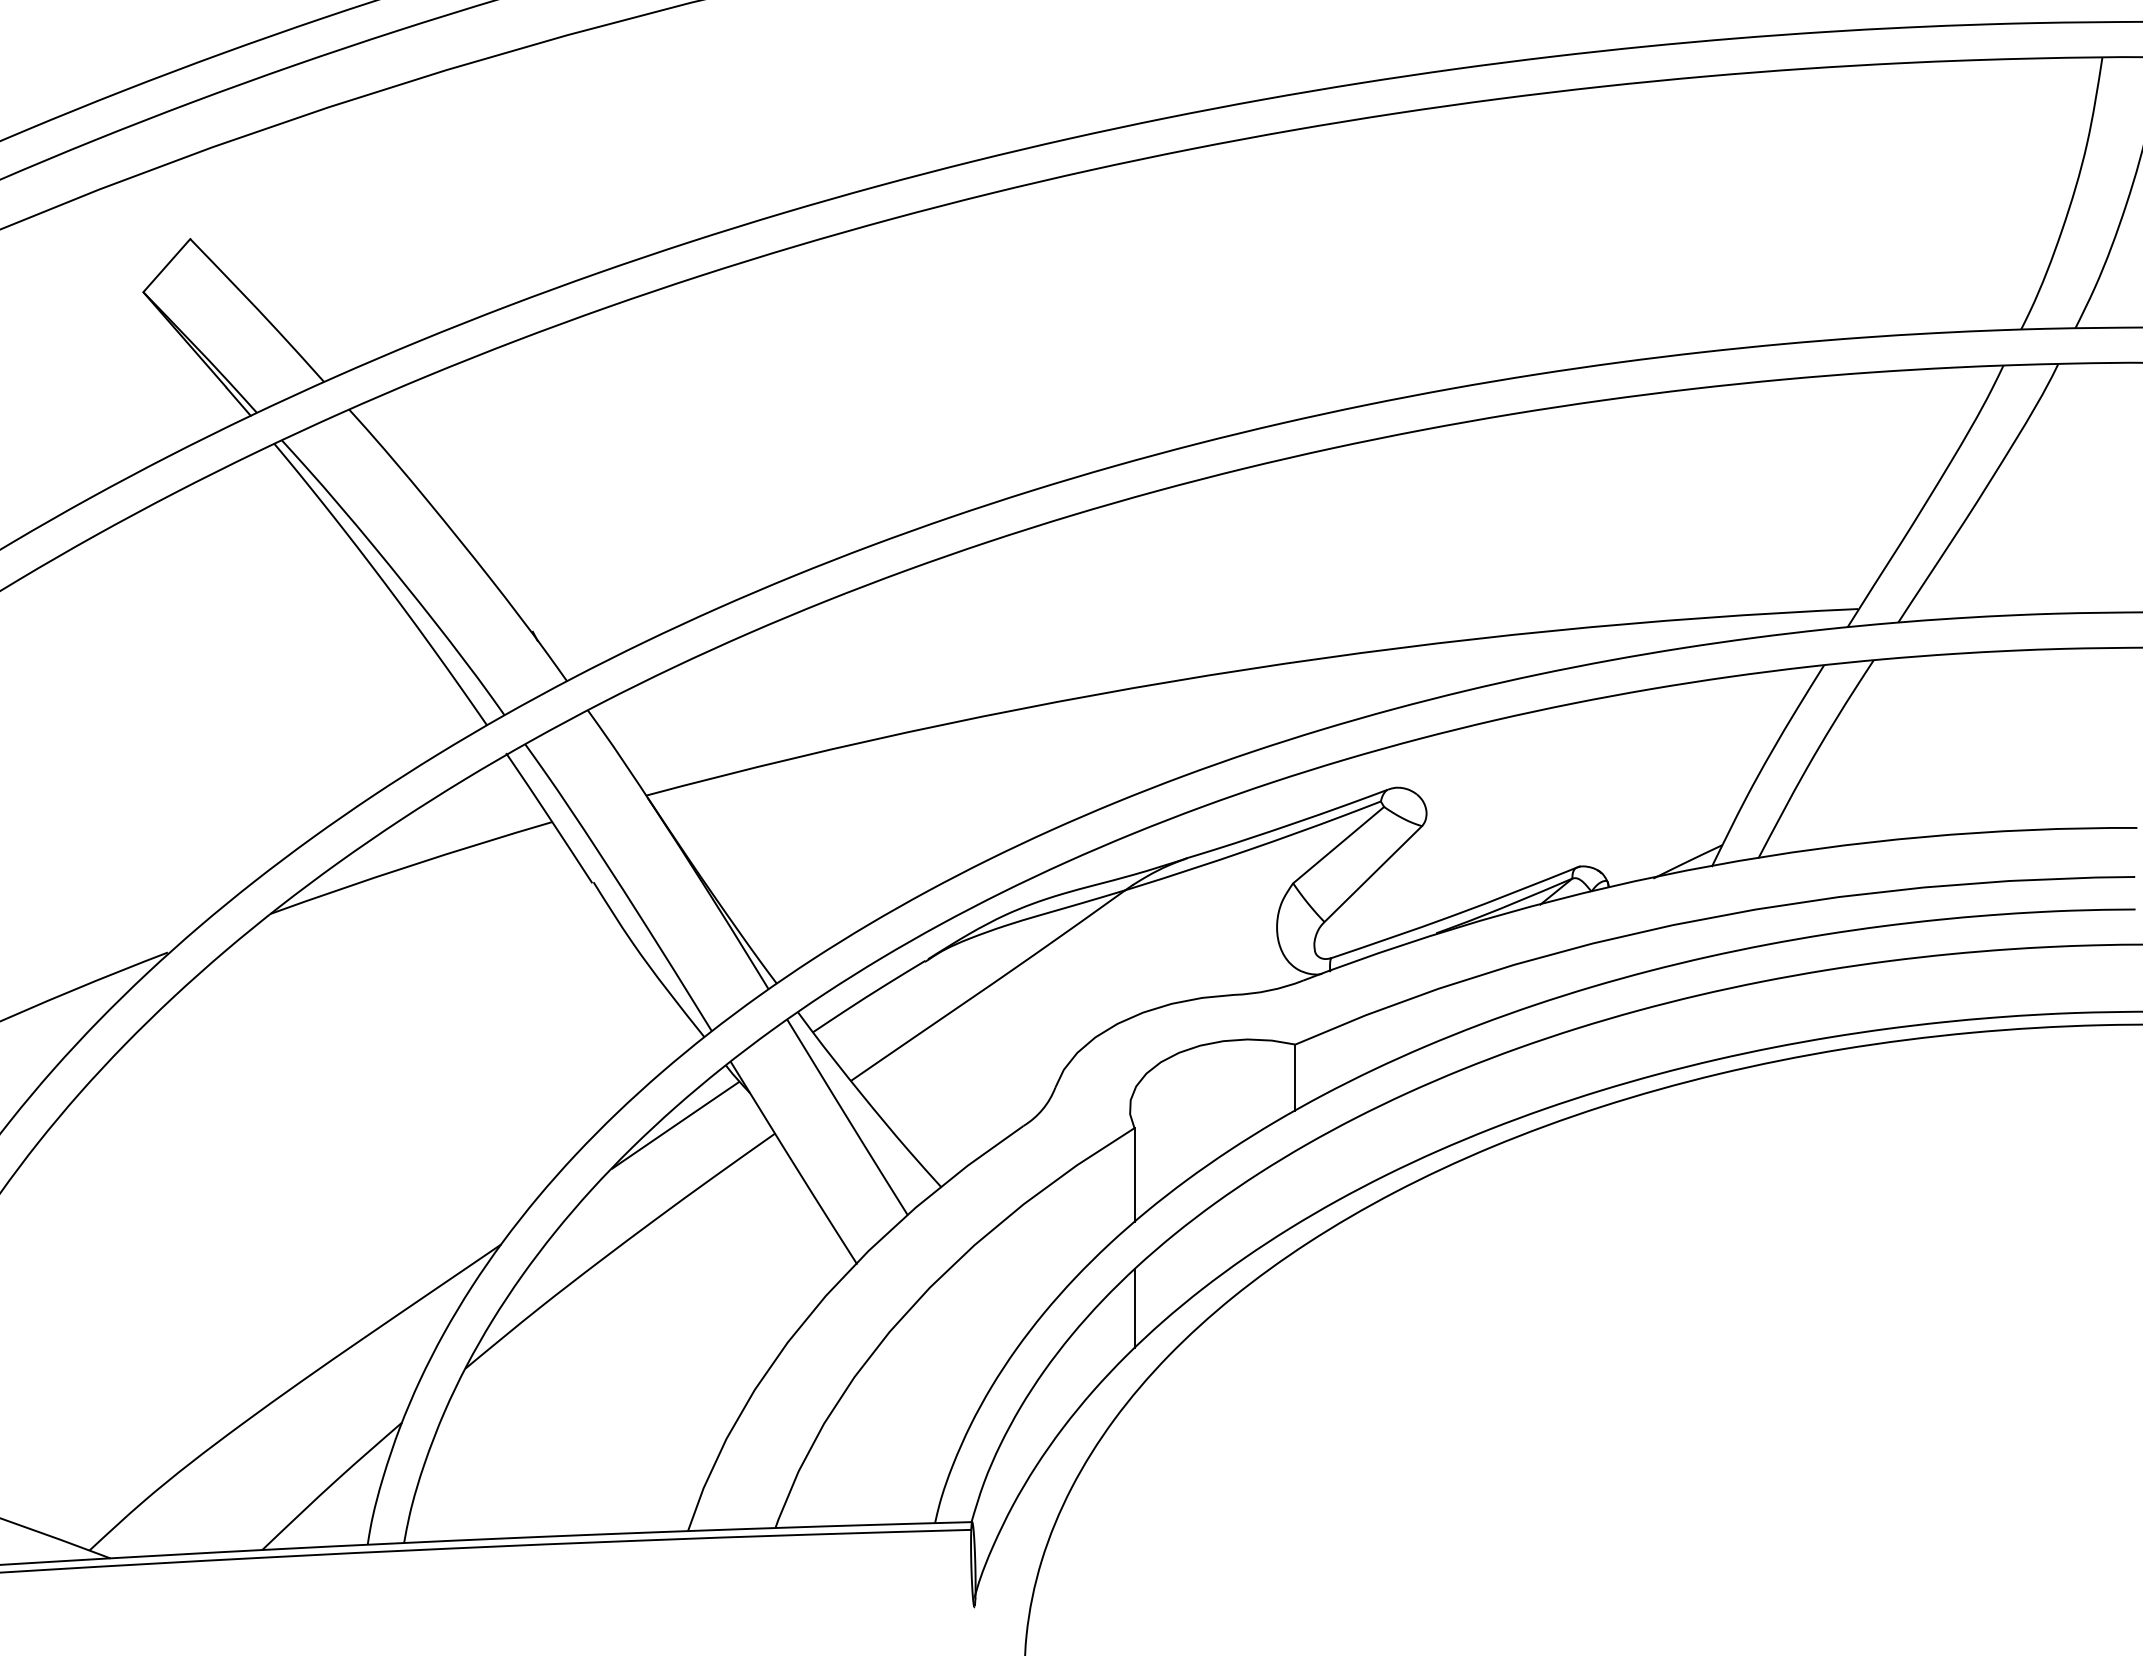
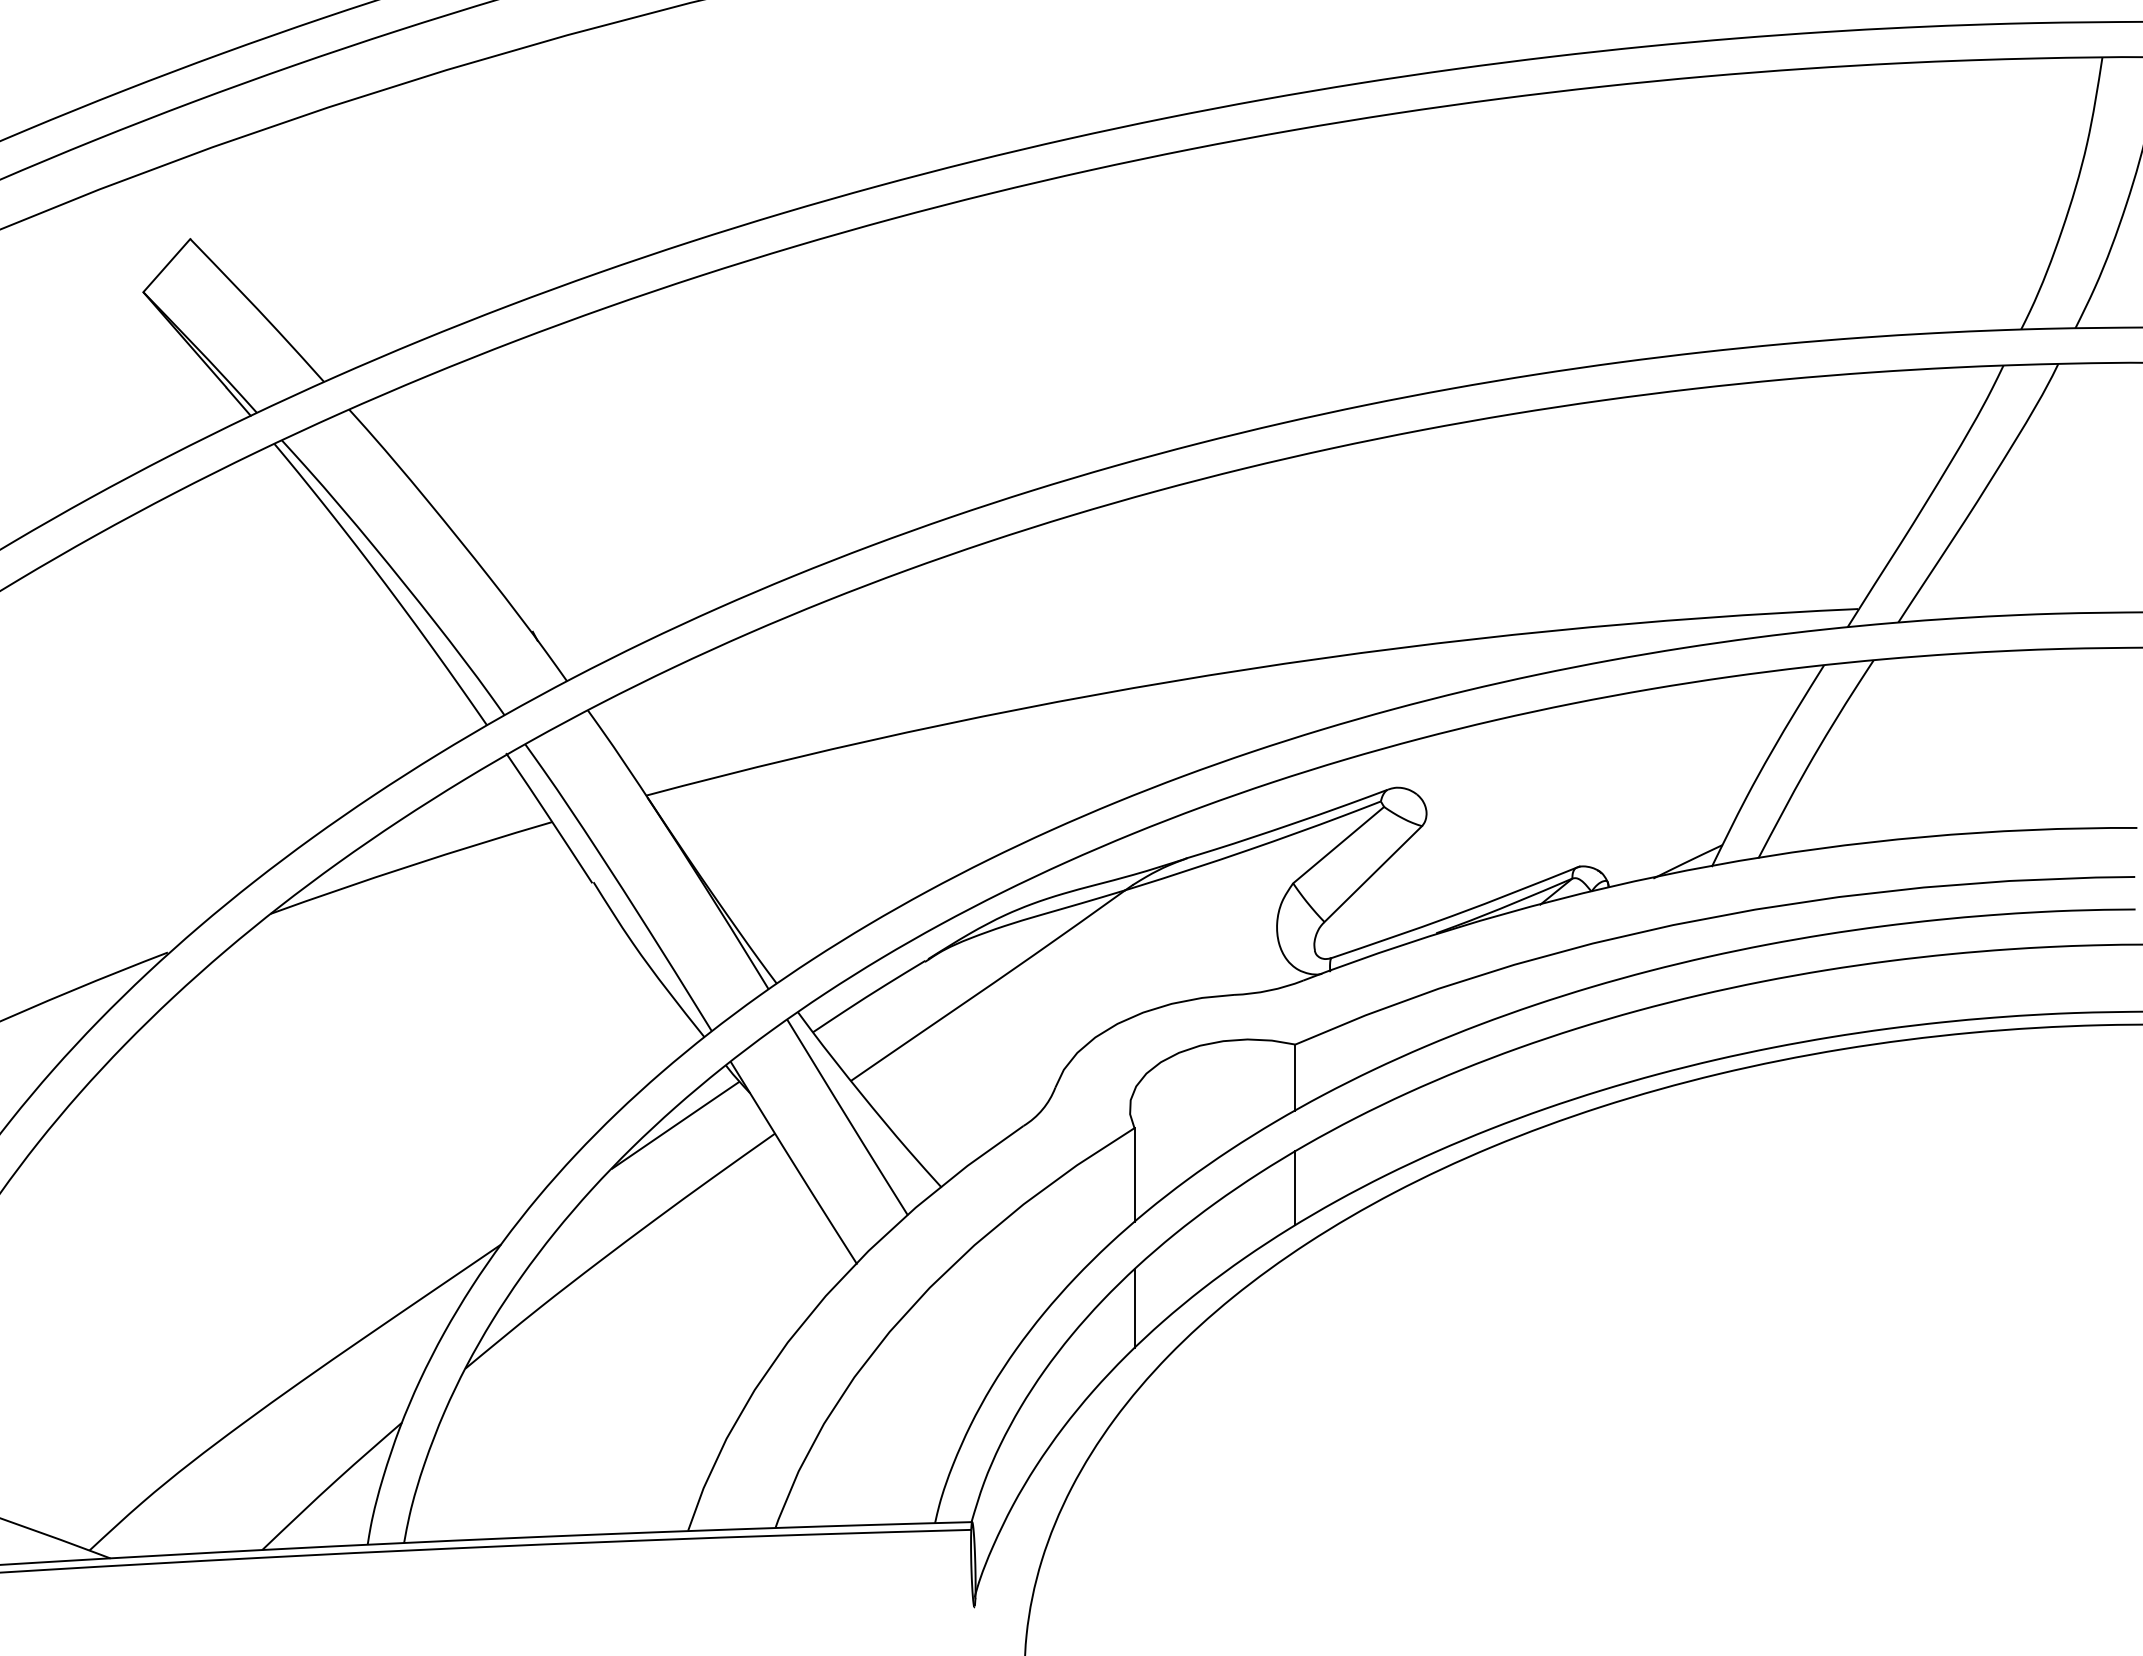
line at (1295, 1188): none -> present
